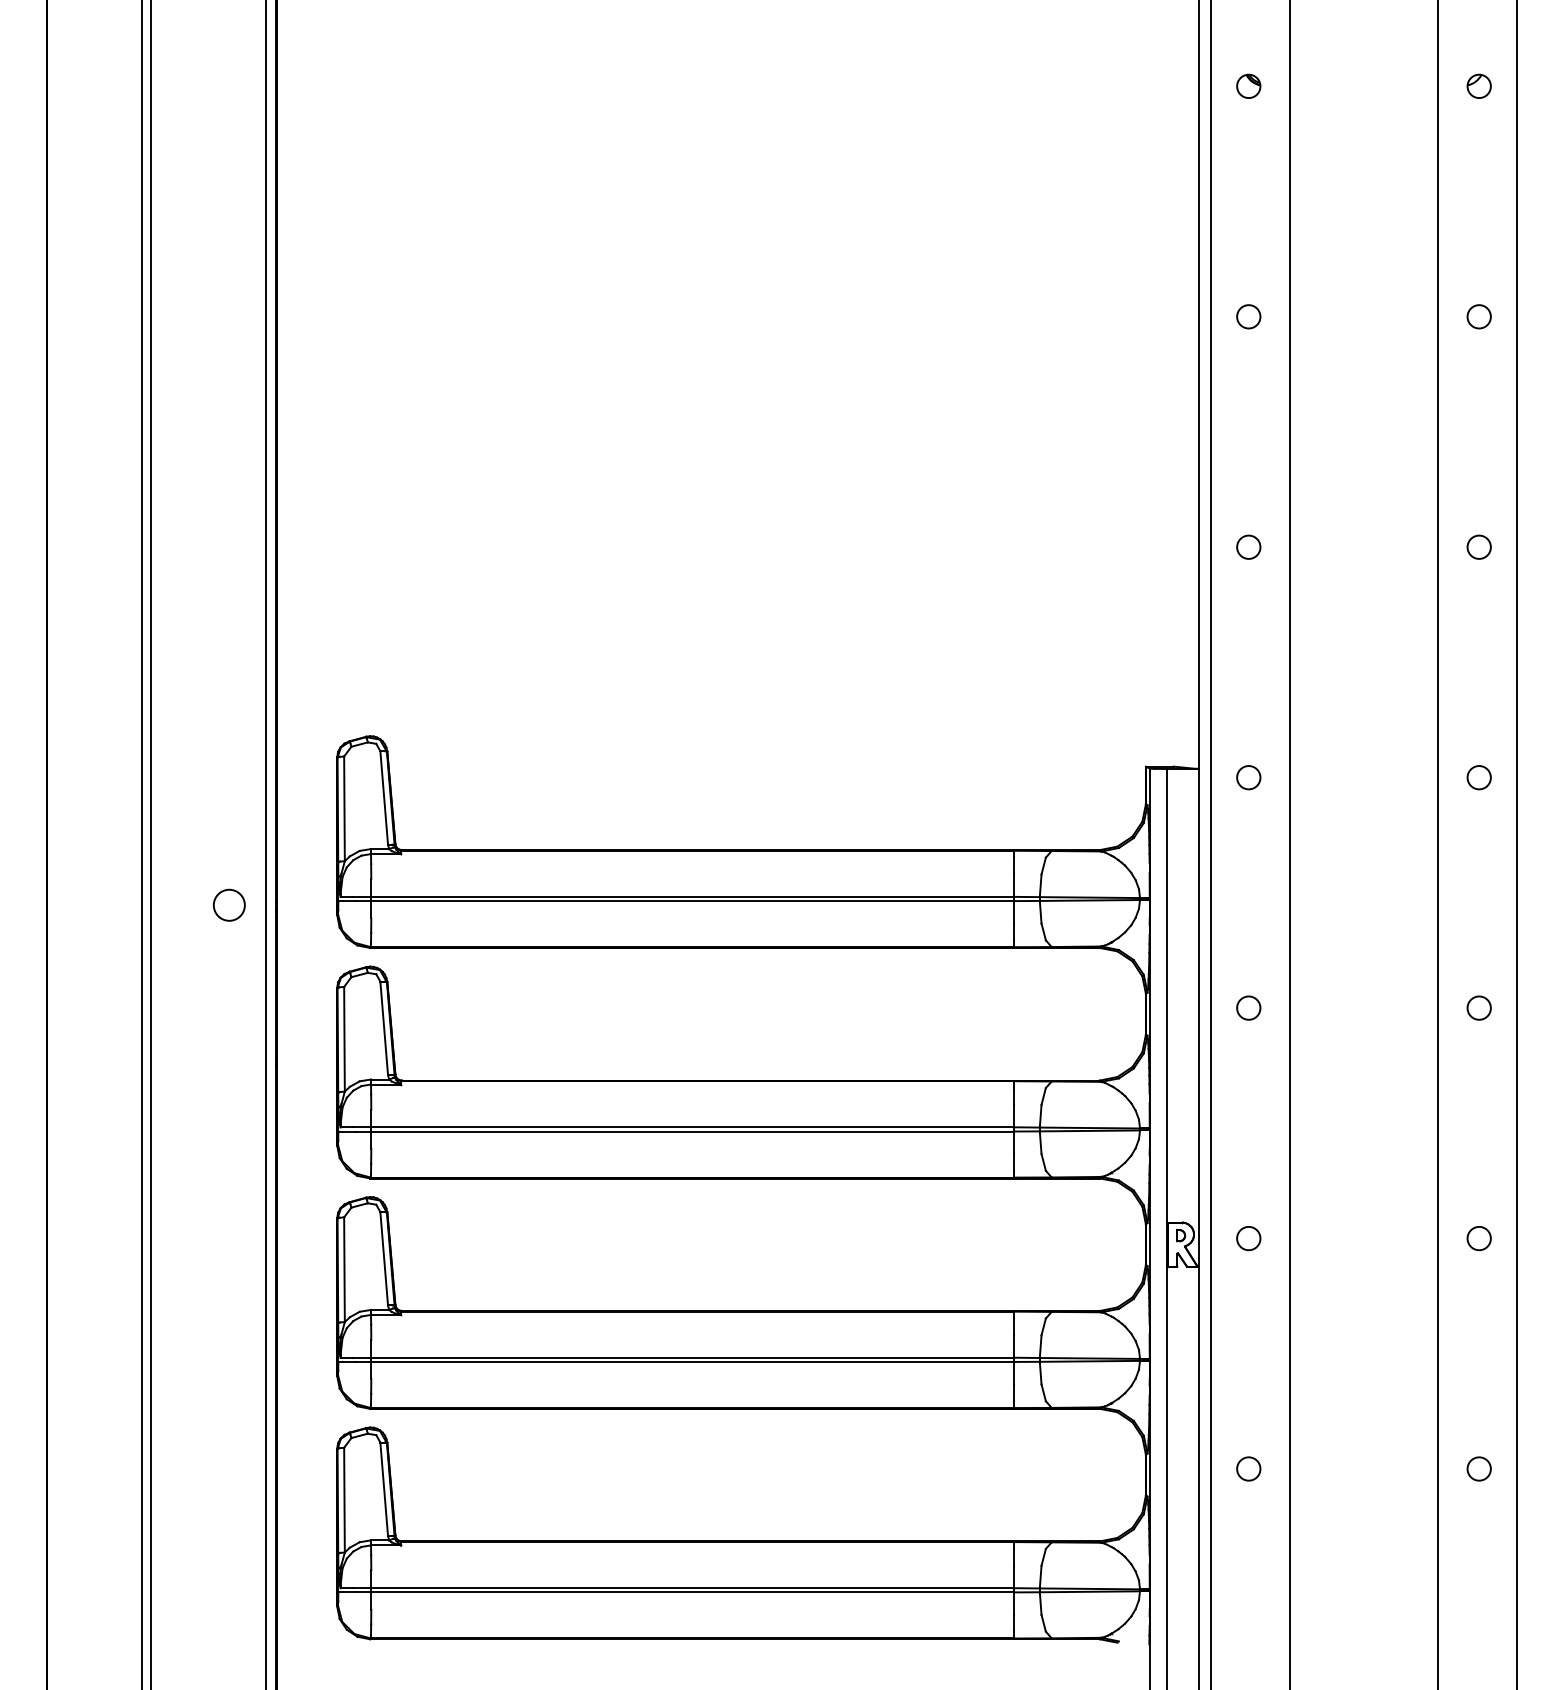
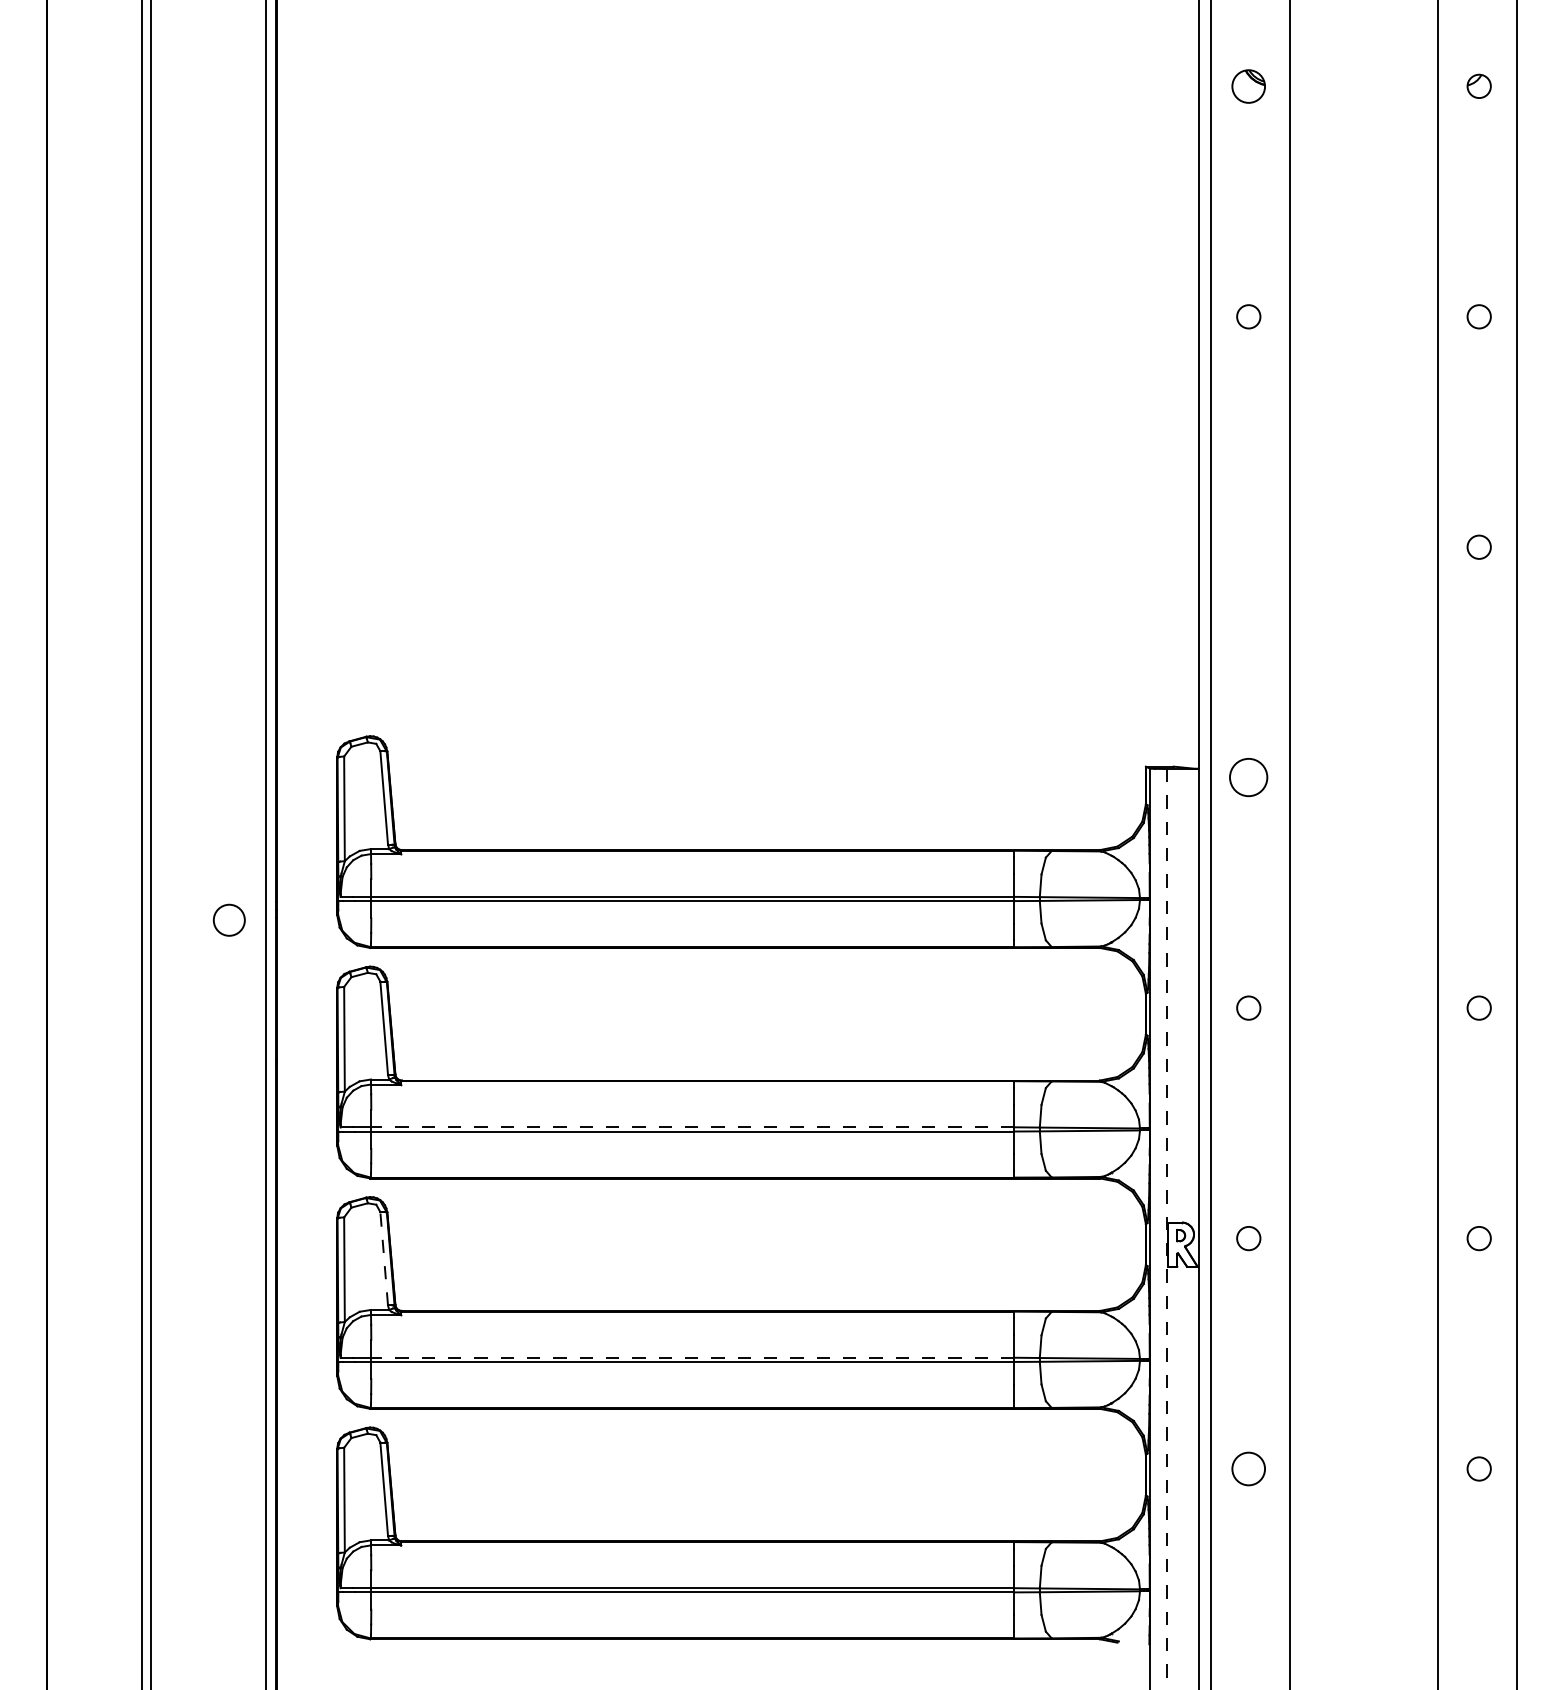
part at (1248, 85) size: 26x26 px -> 35x35 px
circle at (1248, 546): present -> none
circle at (1248, 777) size: 26x26 px -> 40x40 px
circle at (1478, 777): present -> none
circle at (228, 904) position: (228, 904) -> (228, 919)
line at (692, 1127): solid -> dashed
line at (1166, 1229): solid -> dashed
line at (384, 1258): solid -> dashed
line at (692, 1357): solid -> dashed
circle at (1248, 1468) size: 26x26 px -> 35x36 px
